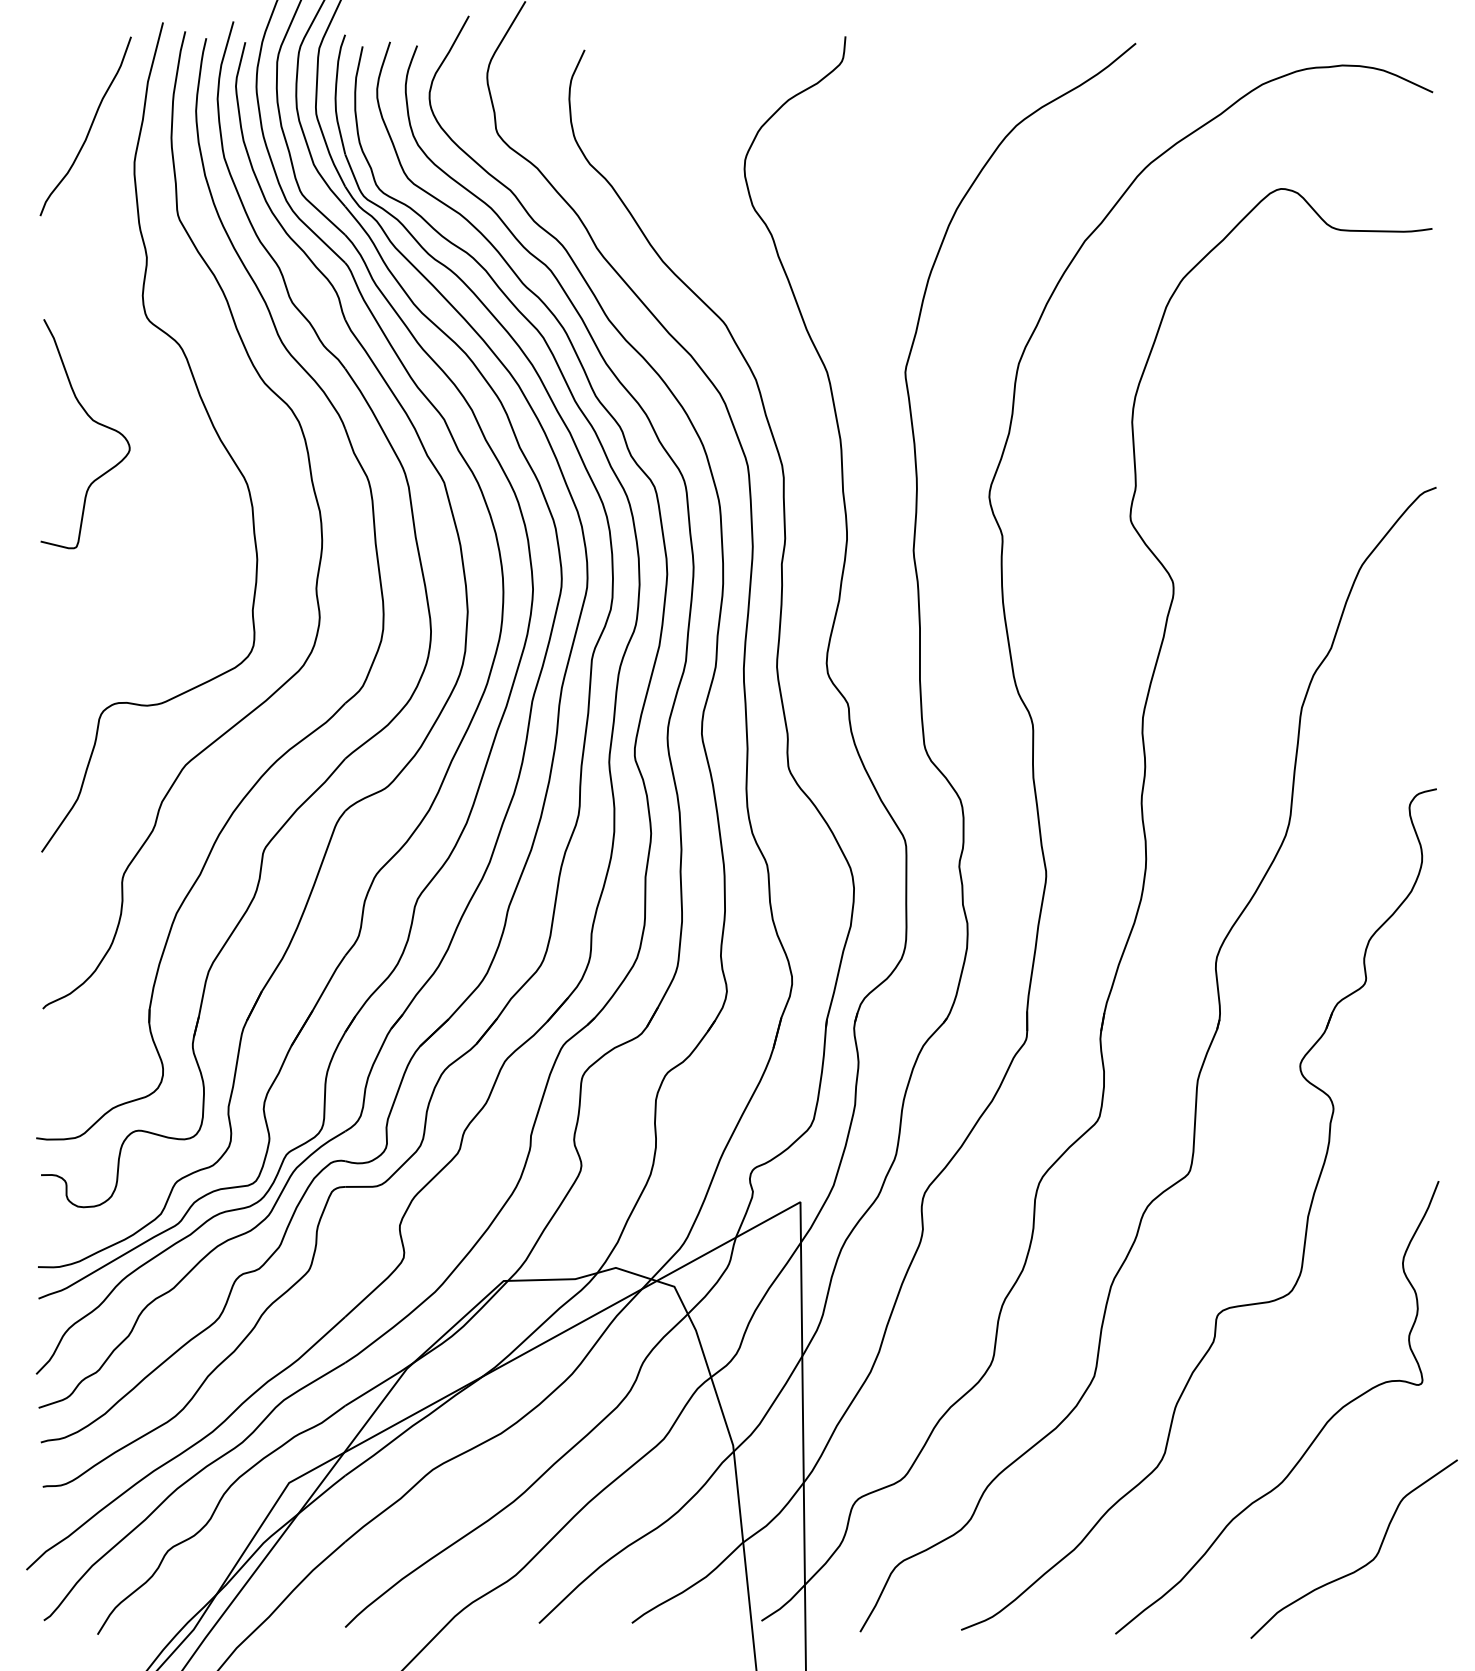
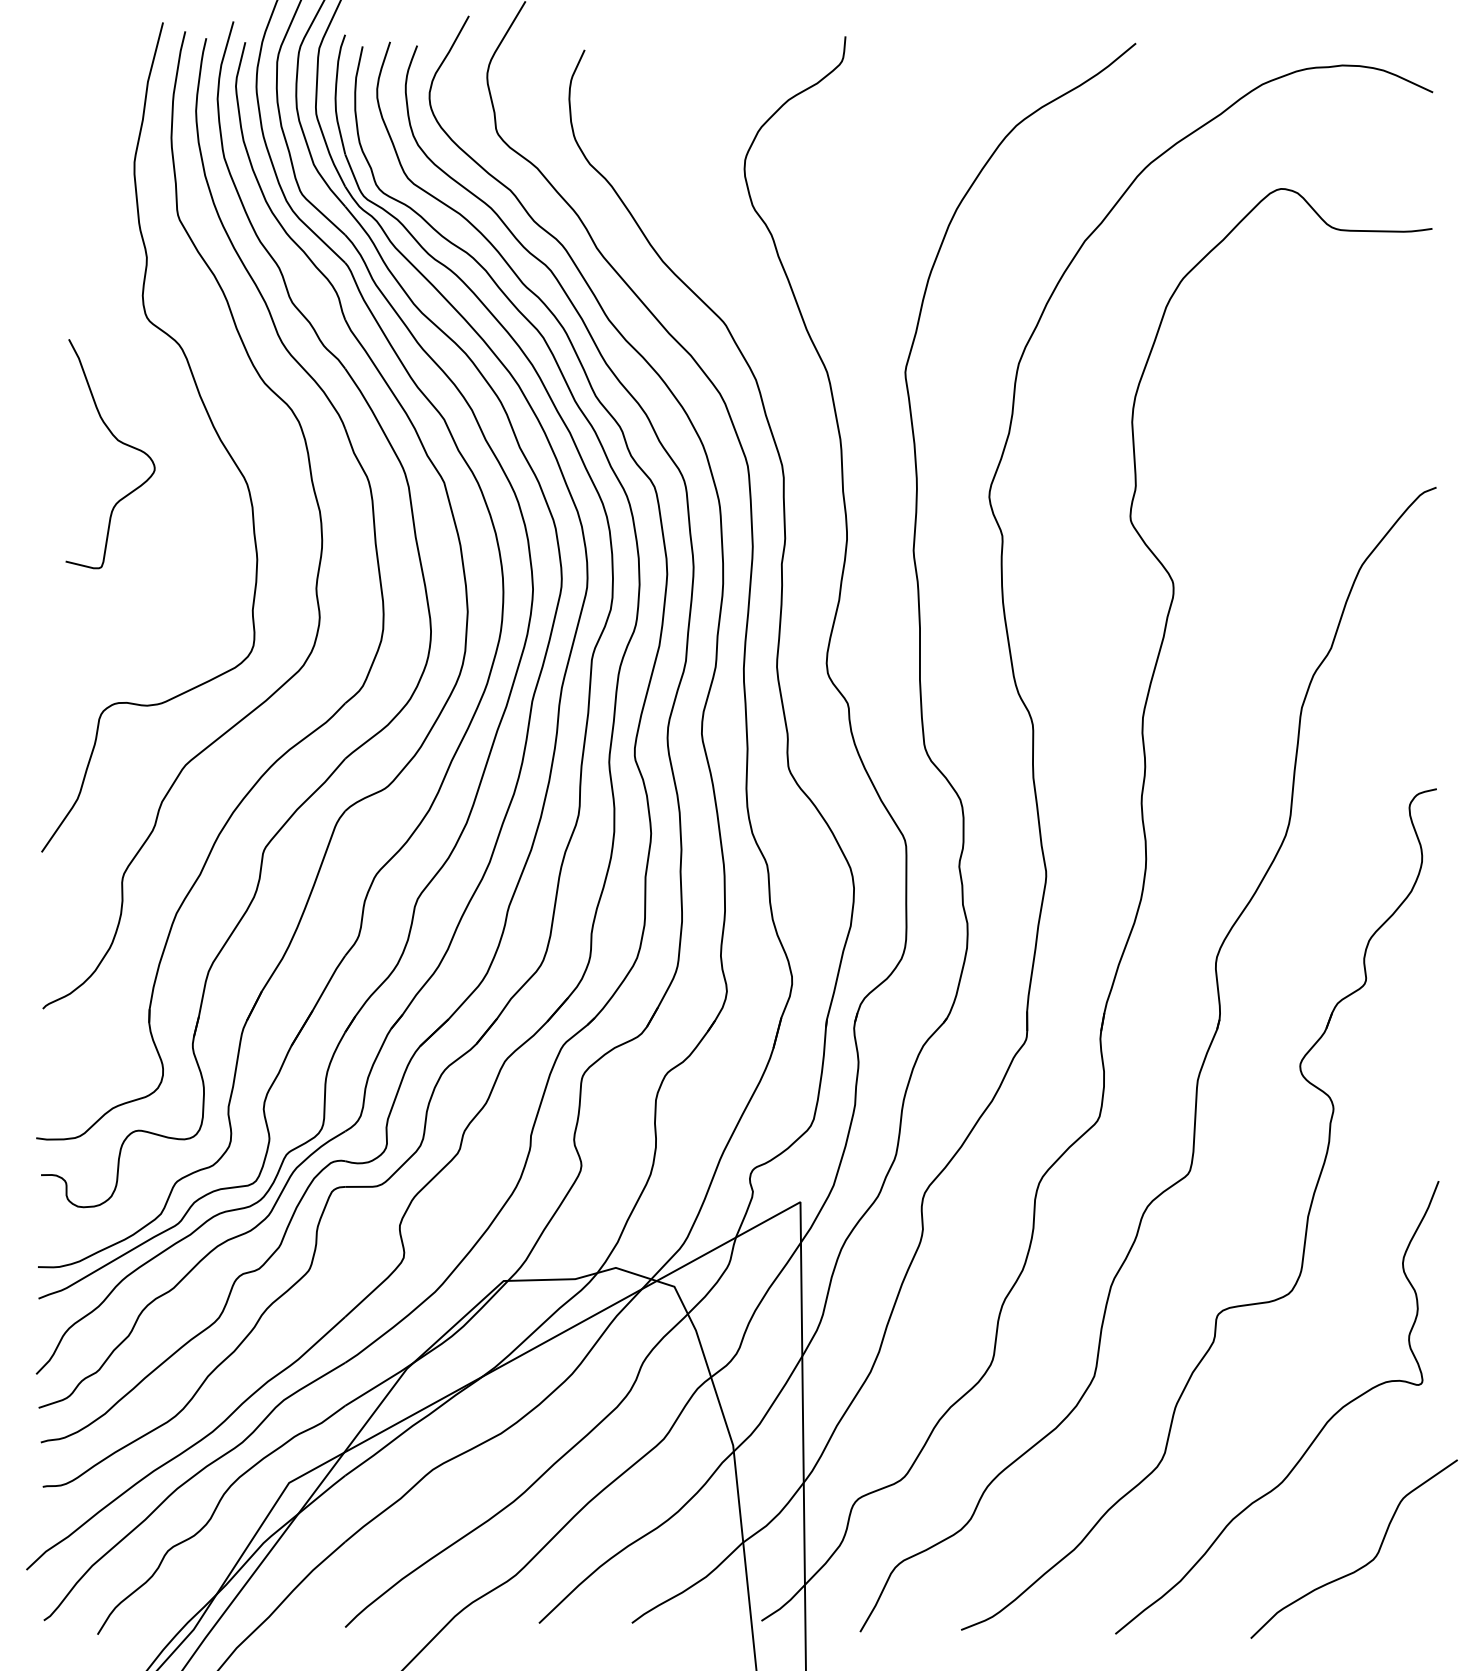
curve at (89, 127): present -> none
curve at (92, 421) position: (92, 421) -> (117, 441)
